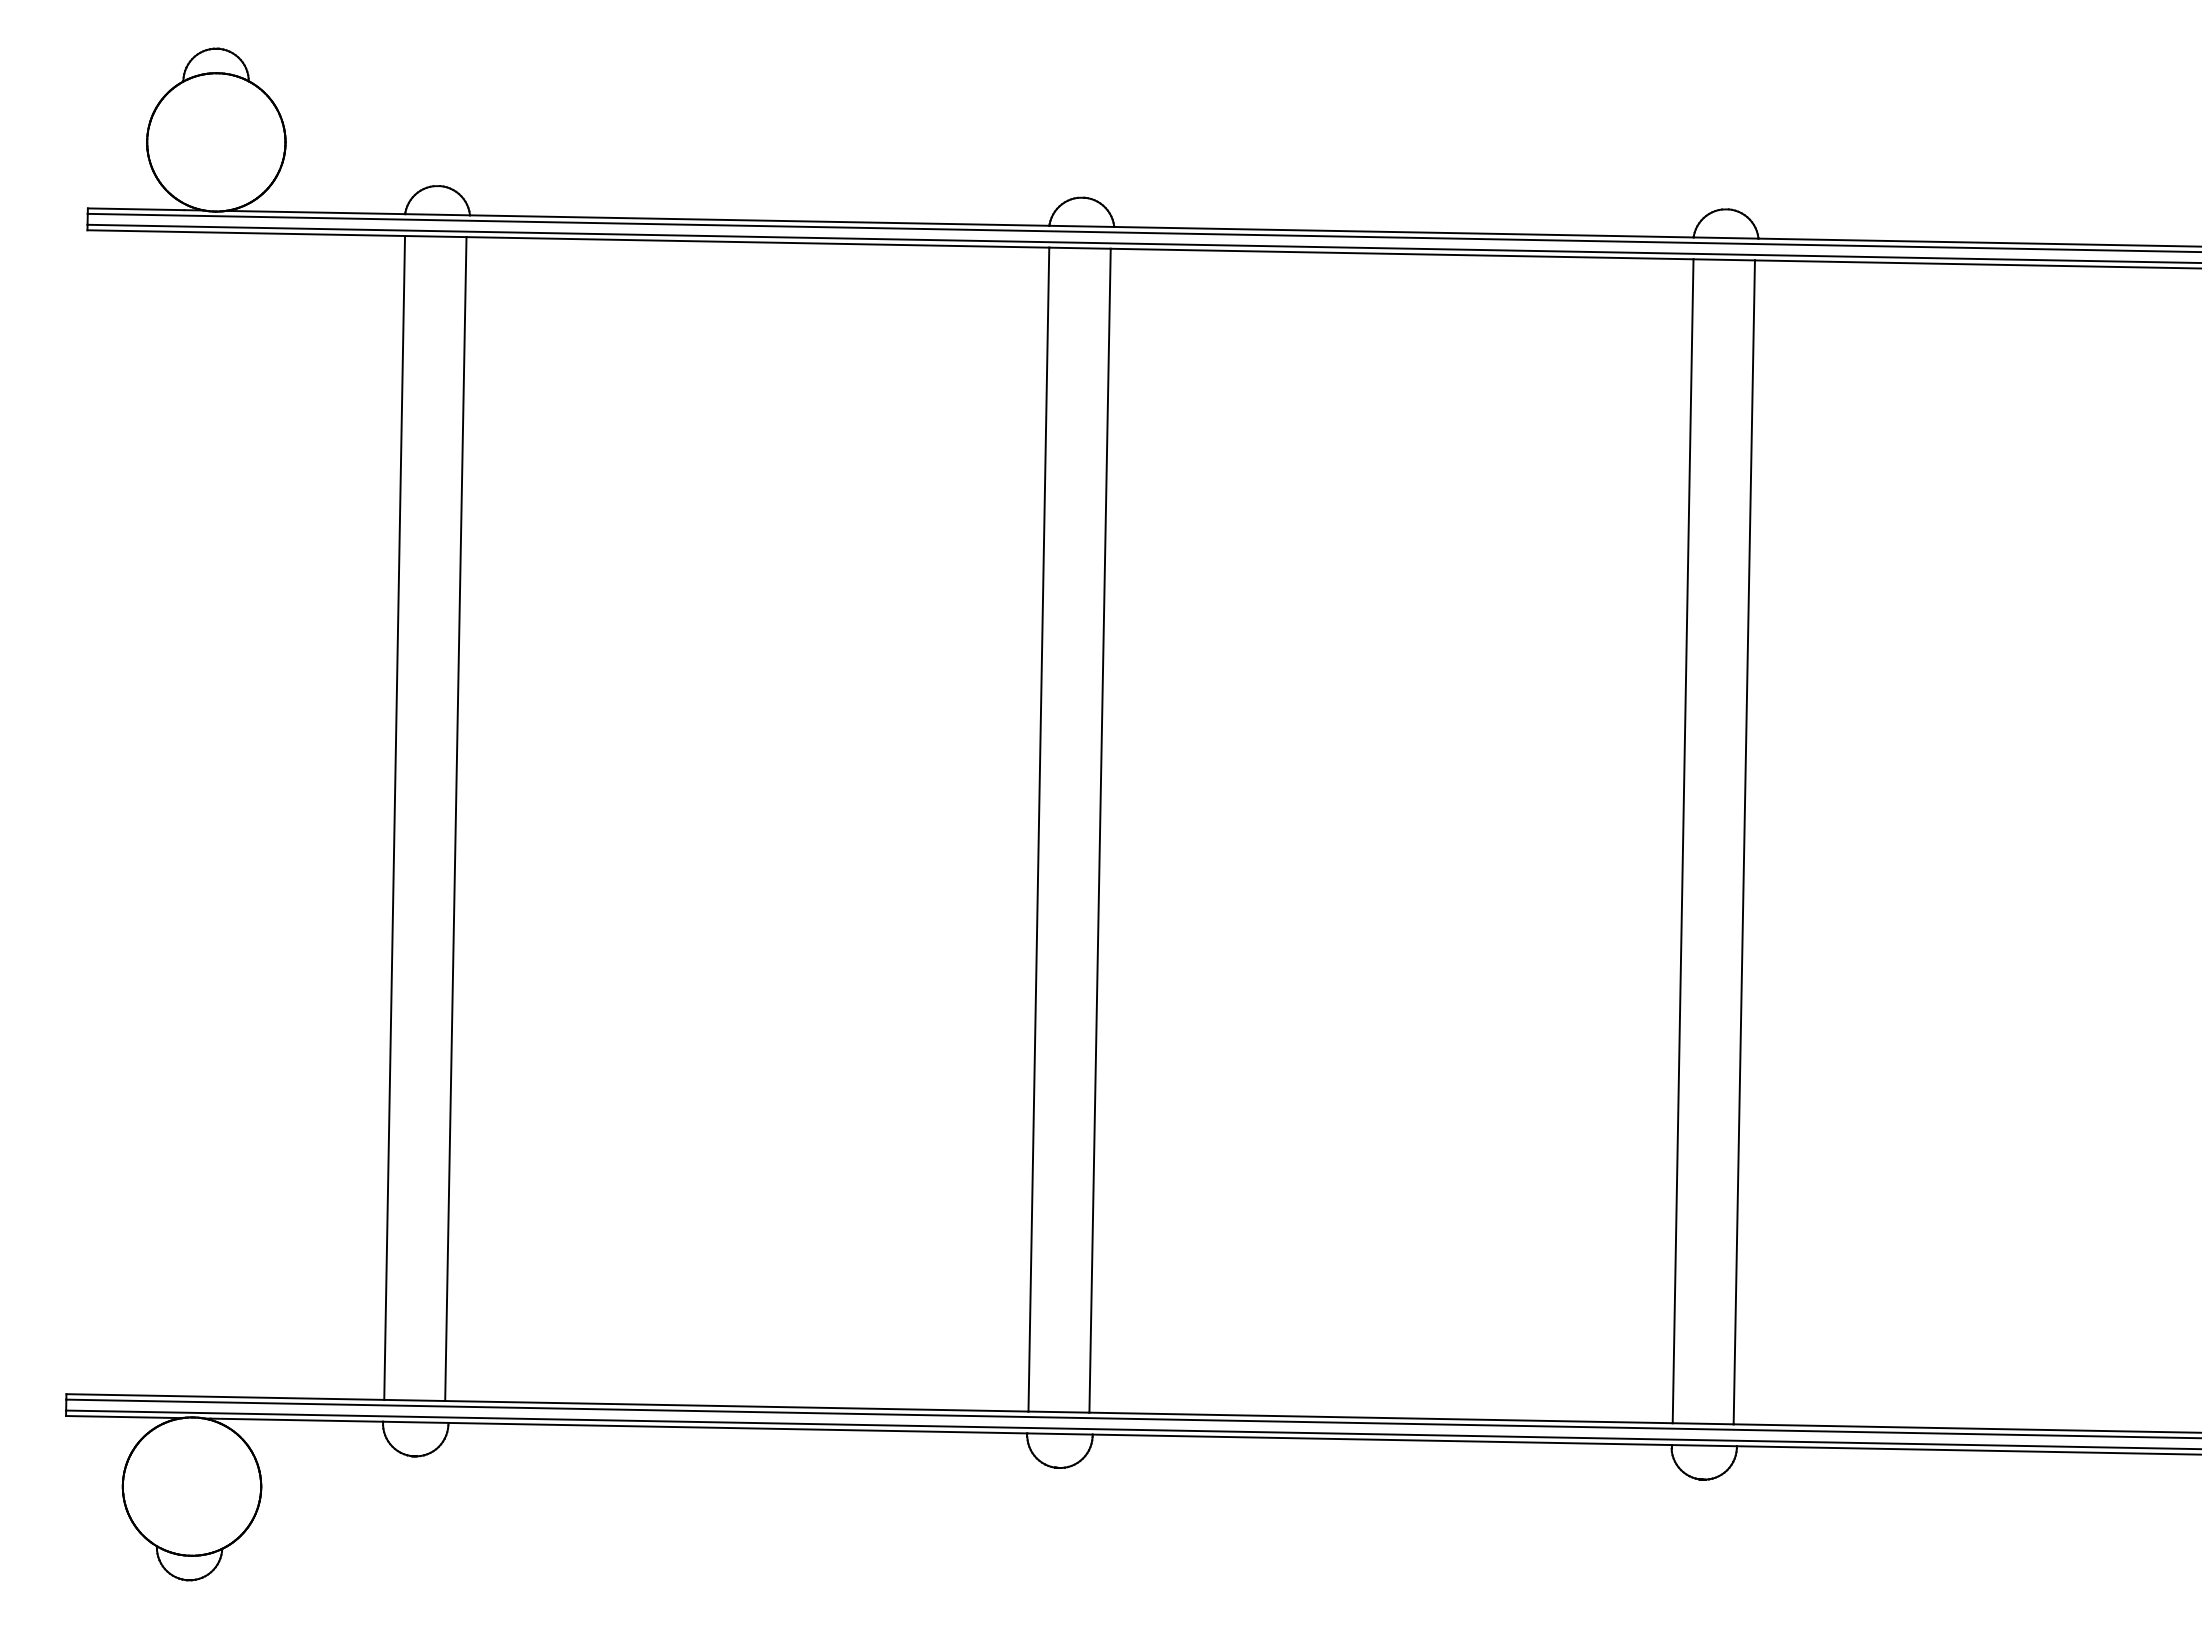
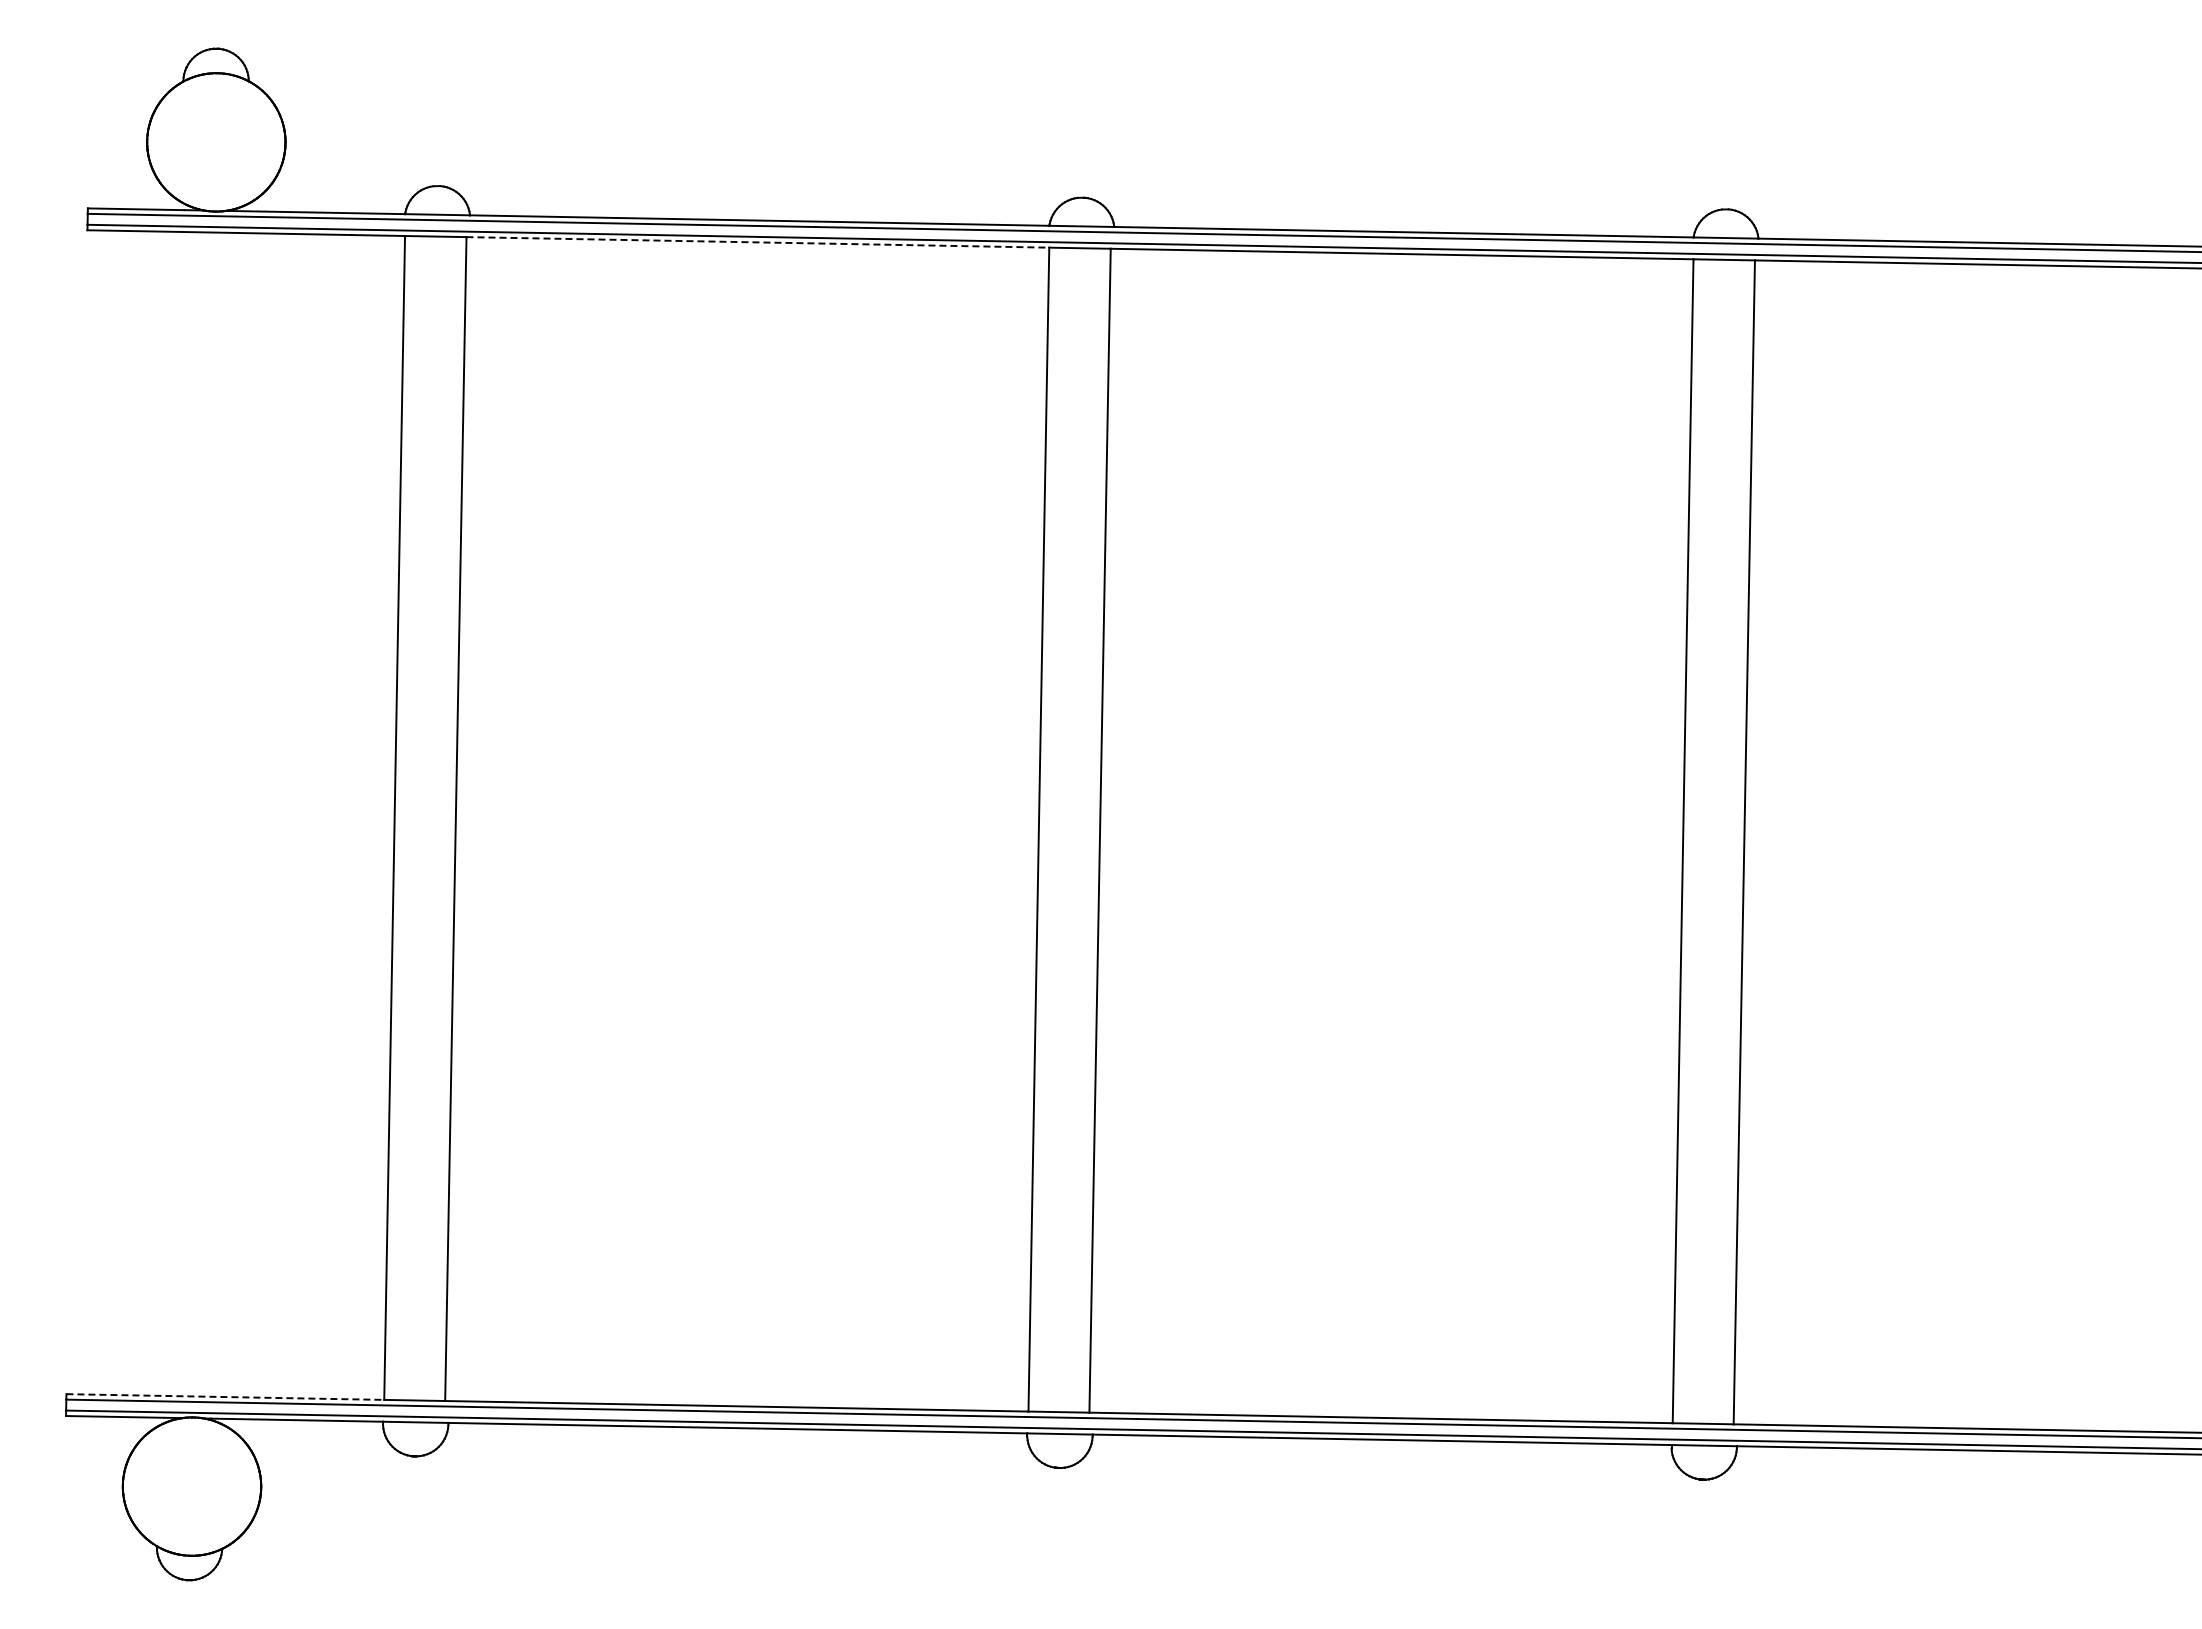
line at (758, 242): solid -> dashed
line at (225, 1397): solid -> dashed
